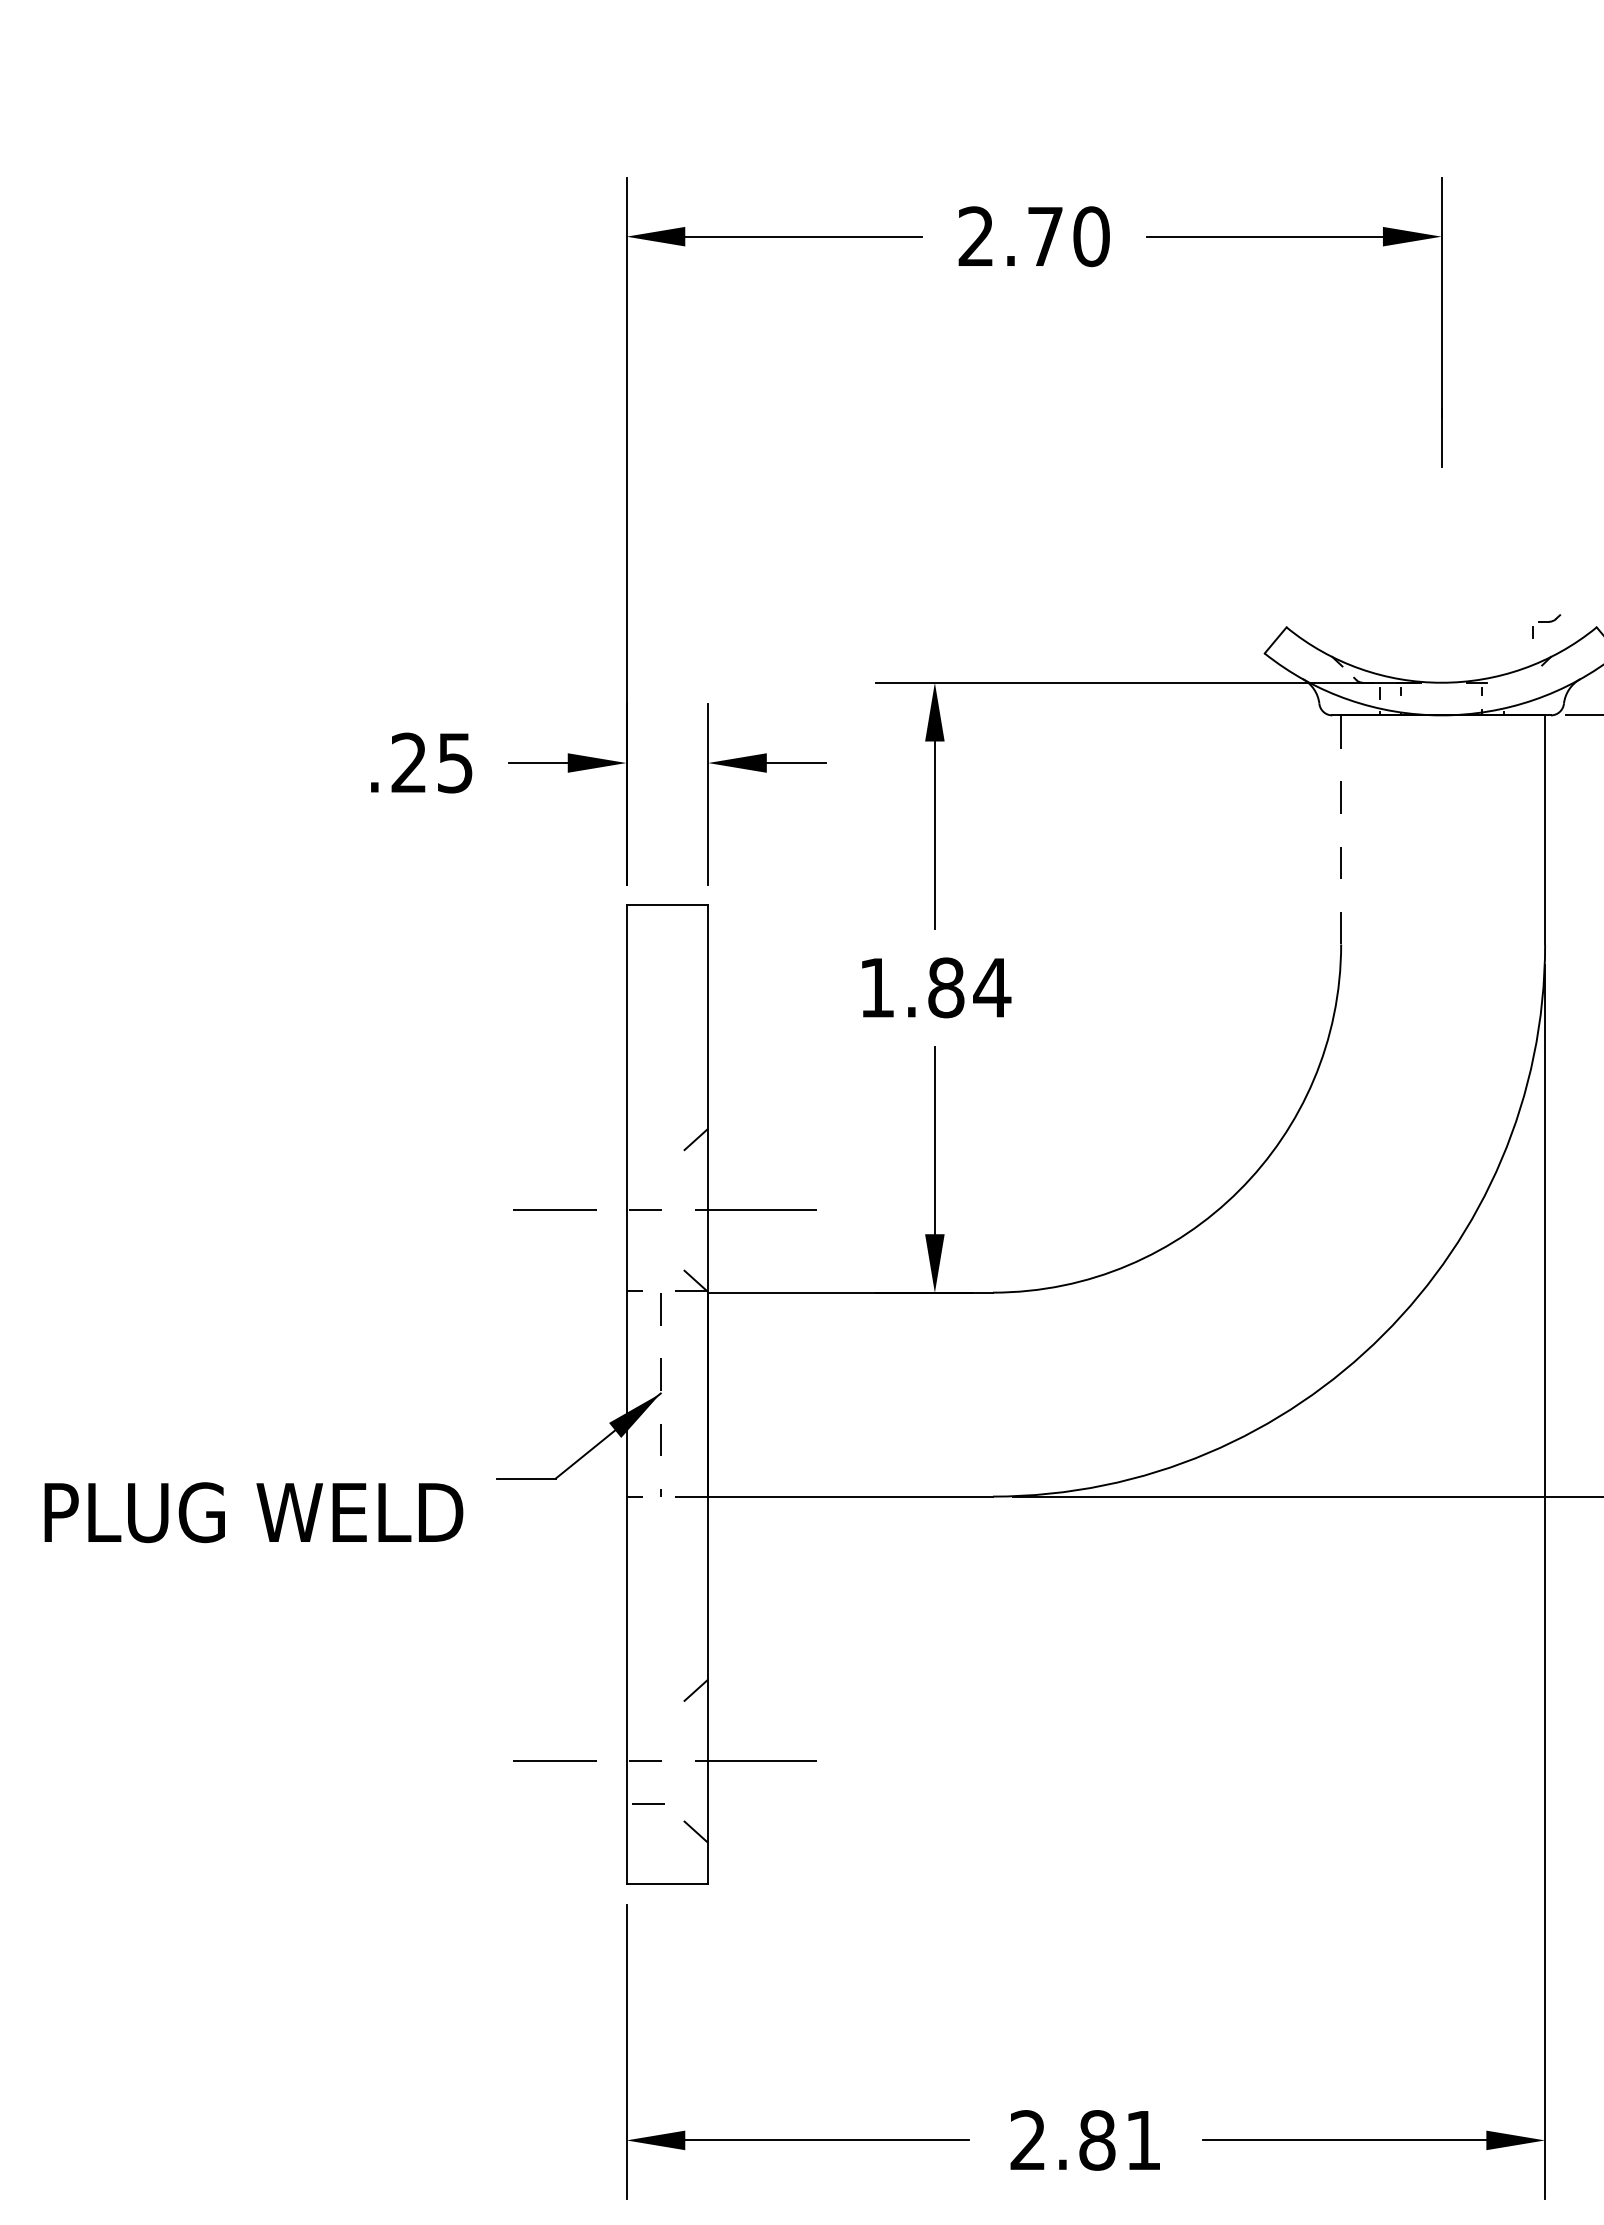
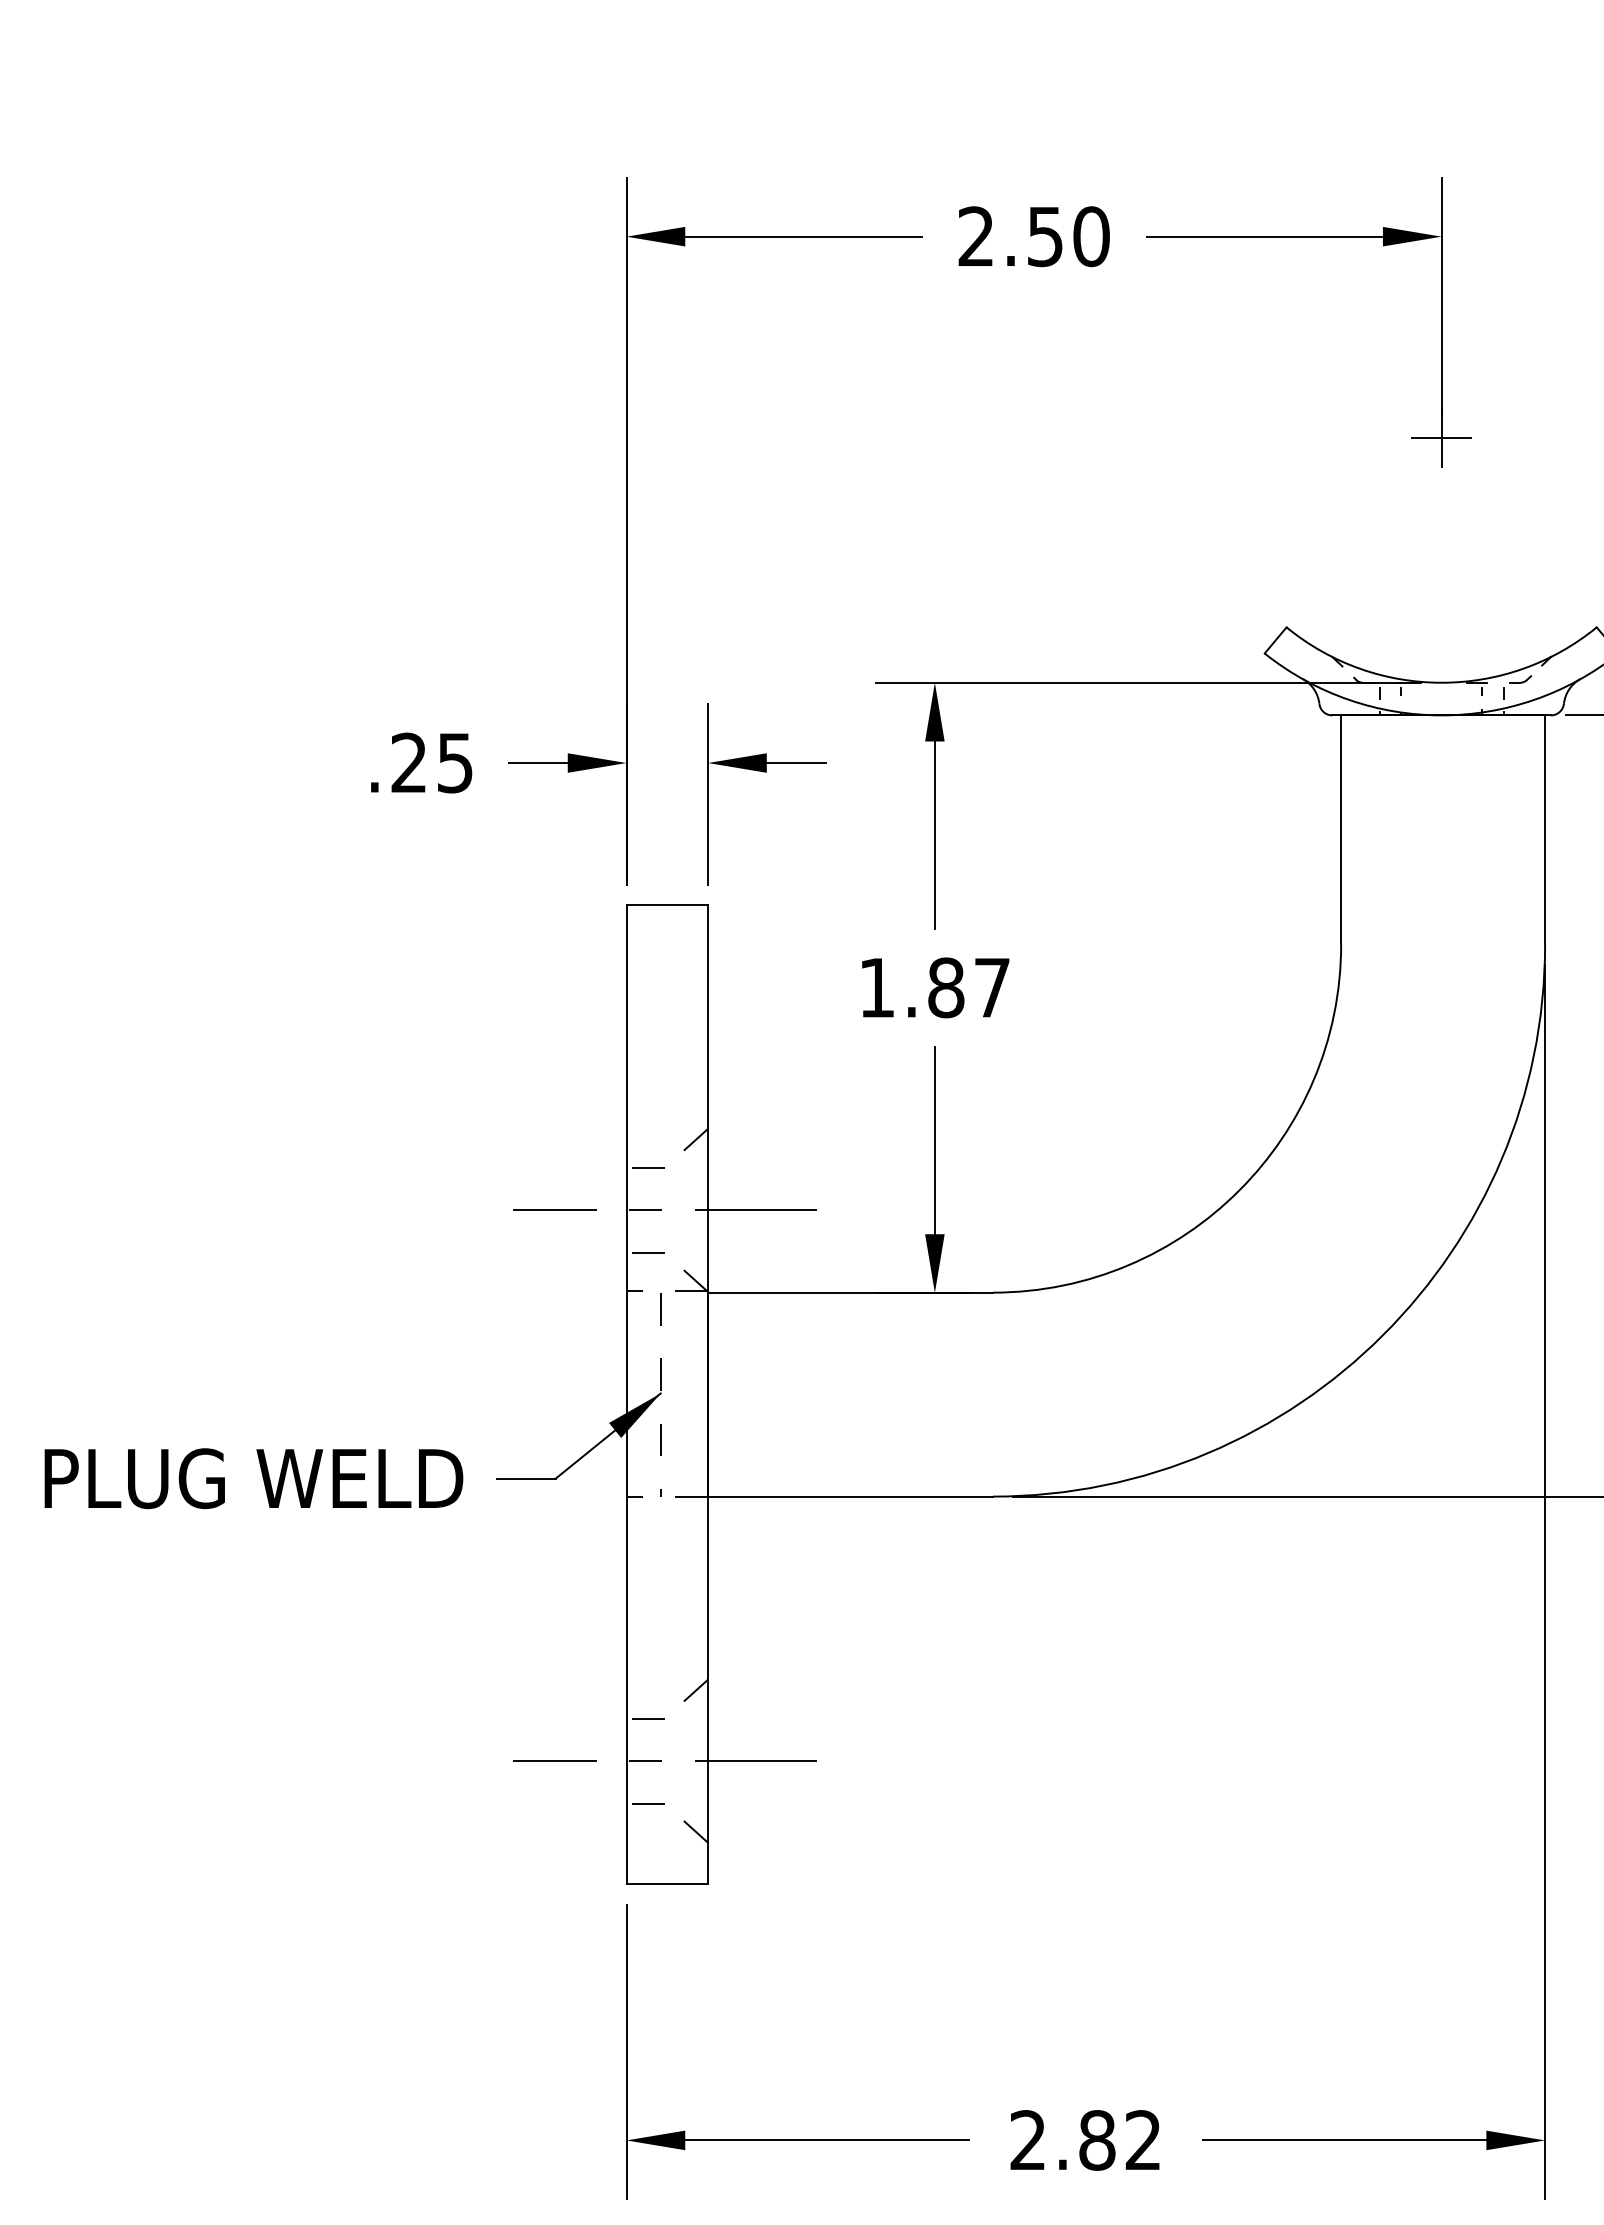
text at (1045, 237): 2.70 -> 2.50
line at (1441, 438): none -> present
part at (1546, 626) position: (1546, 626) -> (1517, 687)
line at (1341, 829): dashed -> solid
text at (992, 987): 1.84 -> 1.87
line at (645, 1168): none -> present
line at (645, 1252): none -> present
text at (253, 1512) position: (253, 1512) -> (253, 1478)
line at (645, 1718): none -> present
text at (1142, 2139): 2.81 -> 2.82
